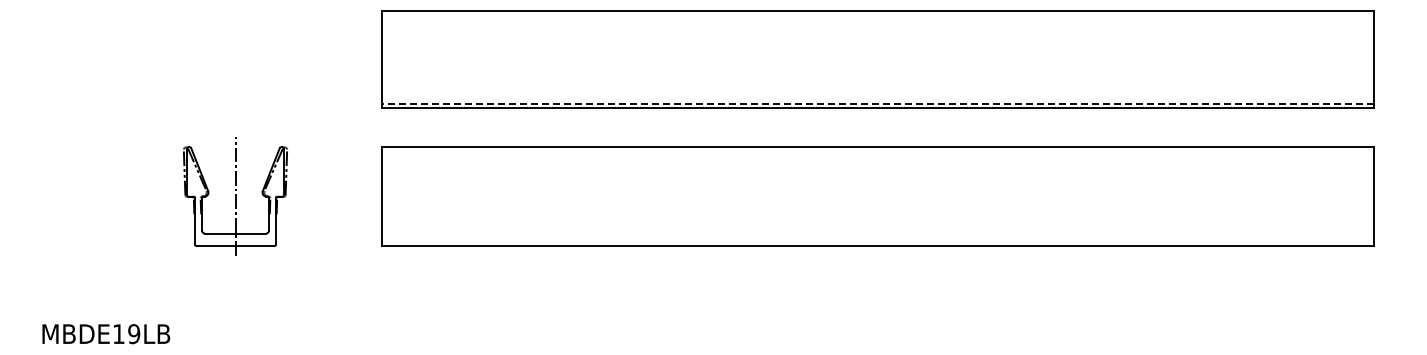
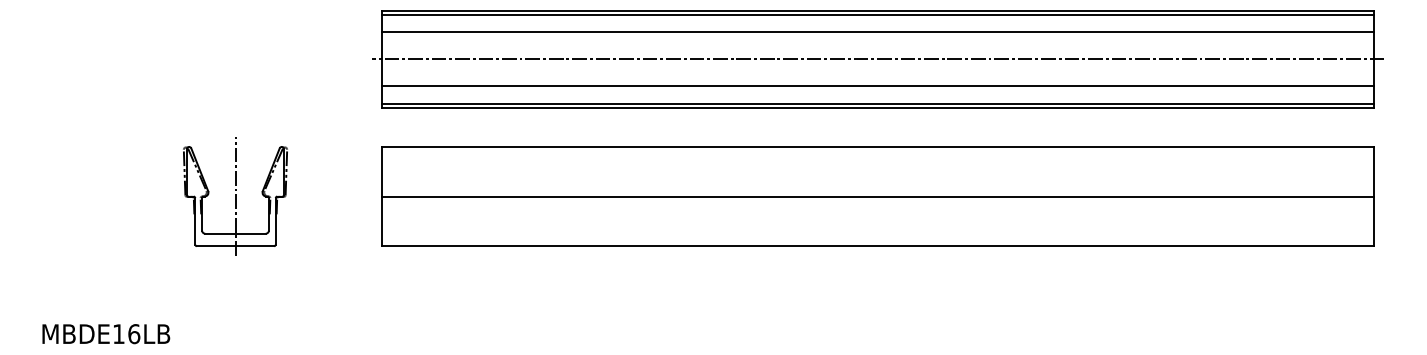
line at (877, 15): none -> present
line at (877, 32): none -> present
line at (878, 59): none -> present
line at (877, 86): none -> present
line at (877, 103): dashed -> solid
line at (877, 196): none -> present
text at (134, 334): MBDE19LB -> MBDE16LB
